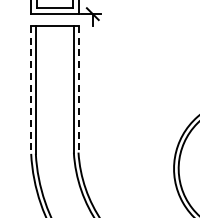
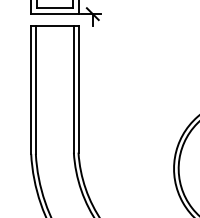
line at (31, 89): dashed -> solid
line at (78, 89): dashed -> solid
